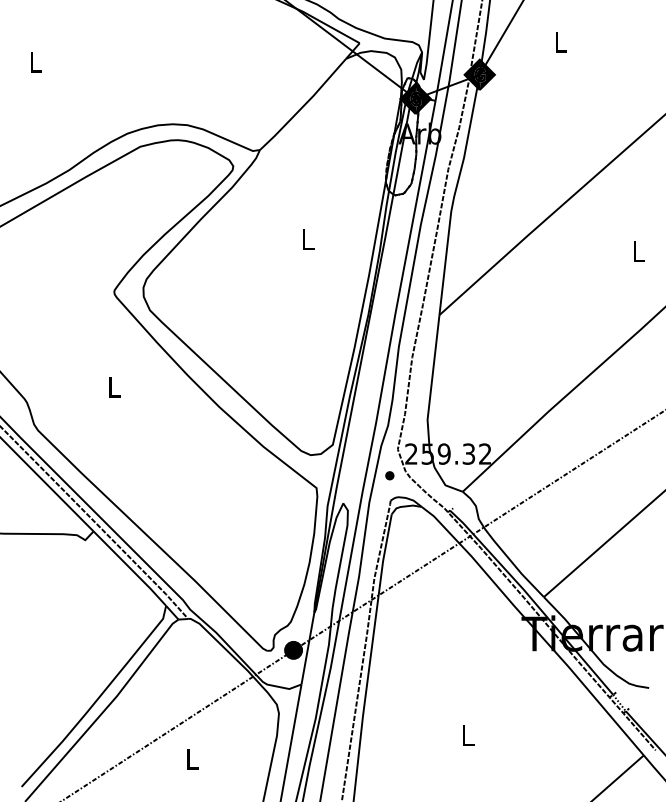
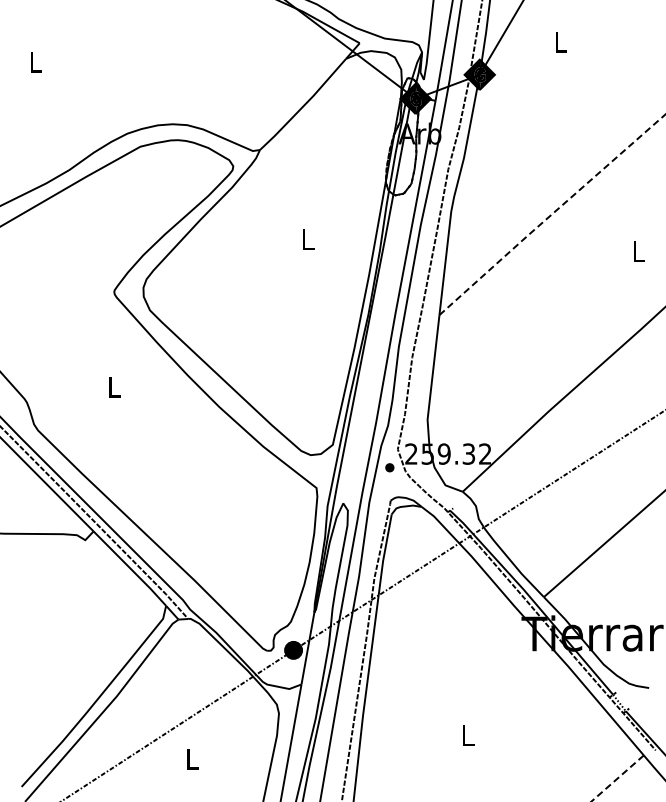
line at (551, 214): solid -> dashed
part at (389, 475) position: (389, 475) -> (389, 467)
line at (617, 778): solid -> dashed
